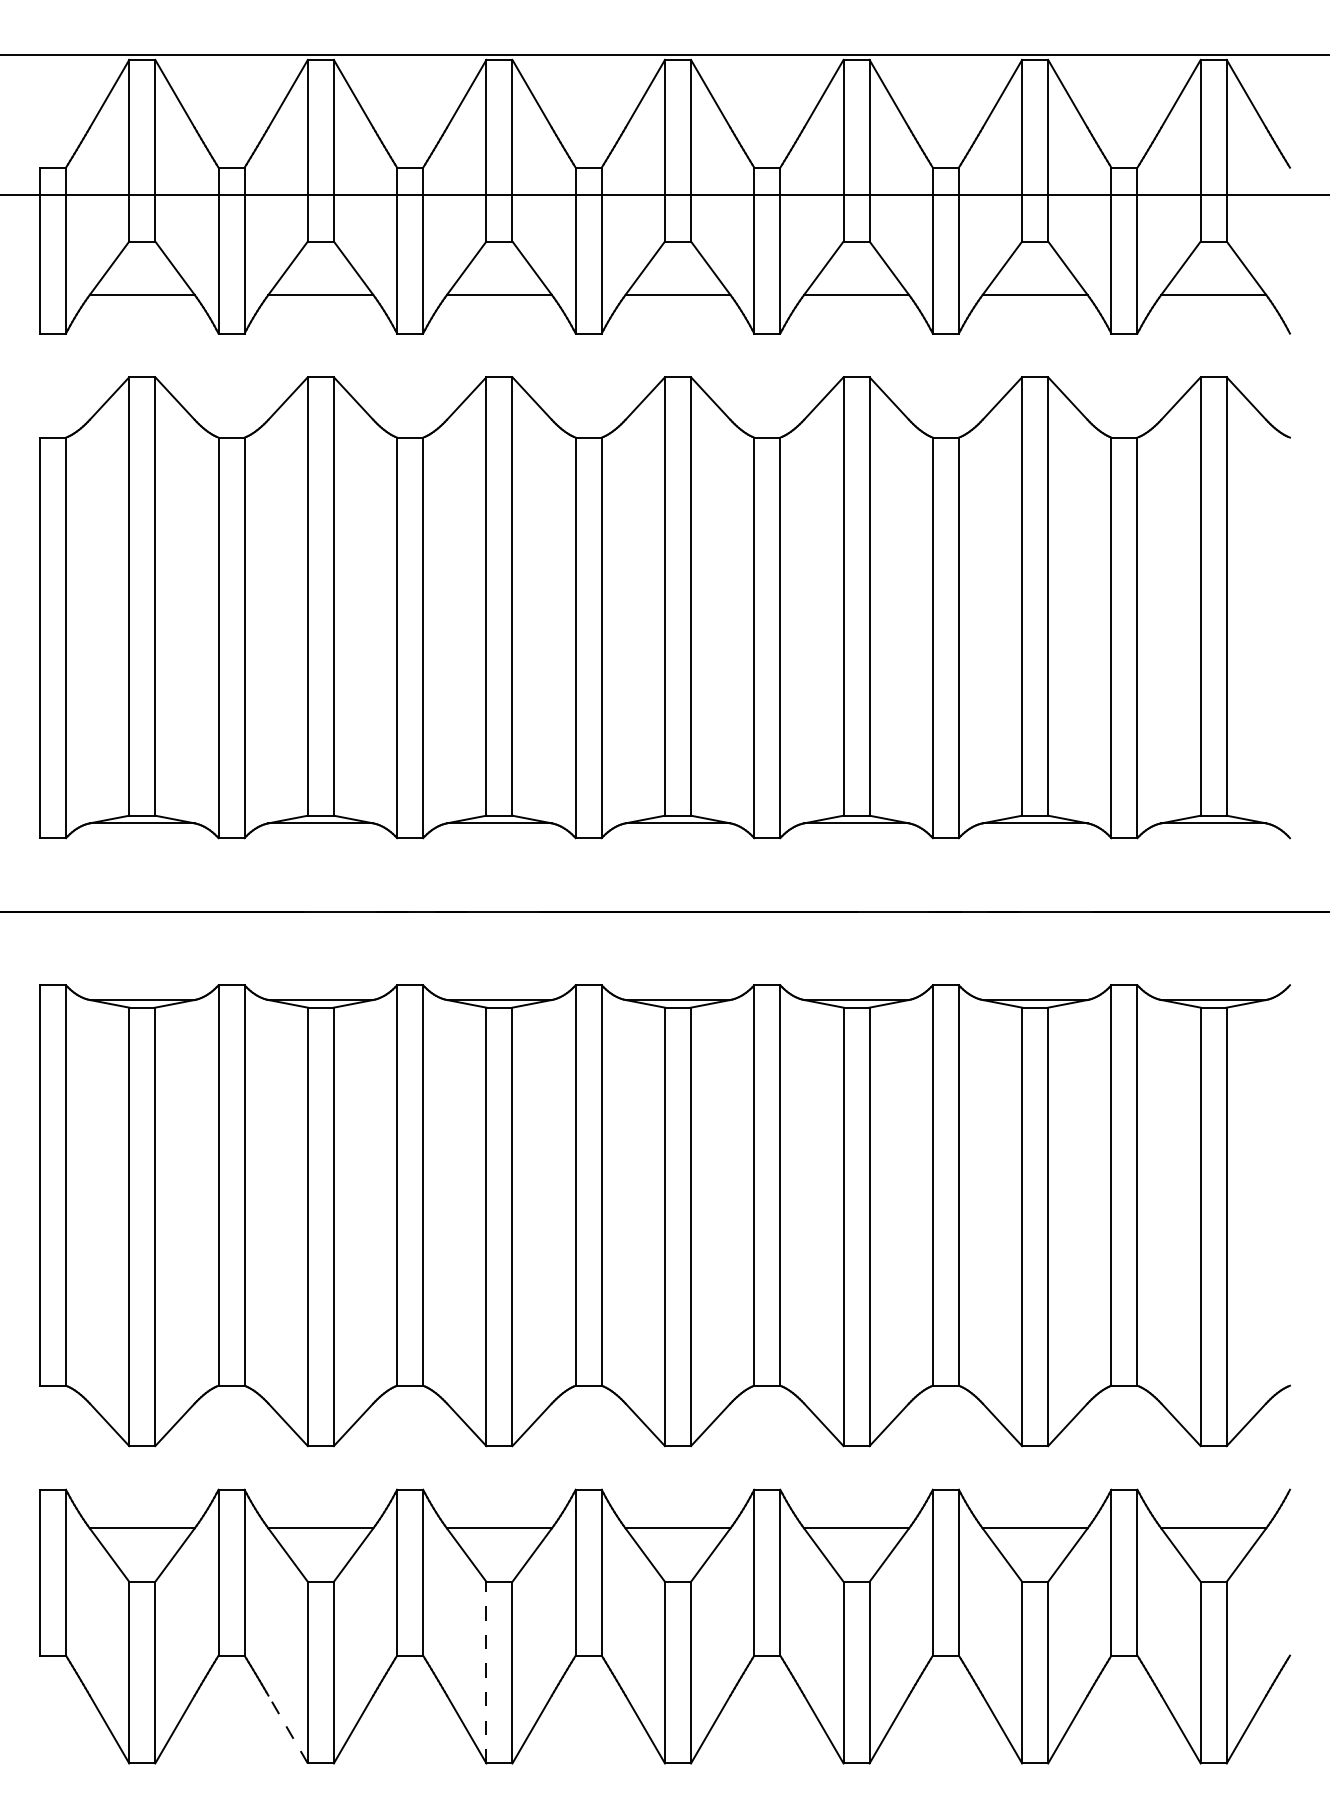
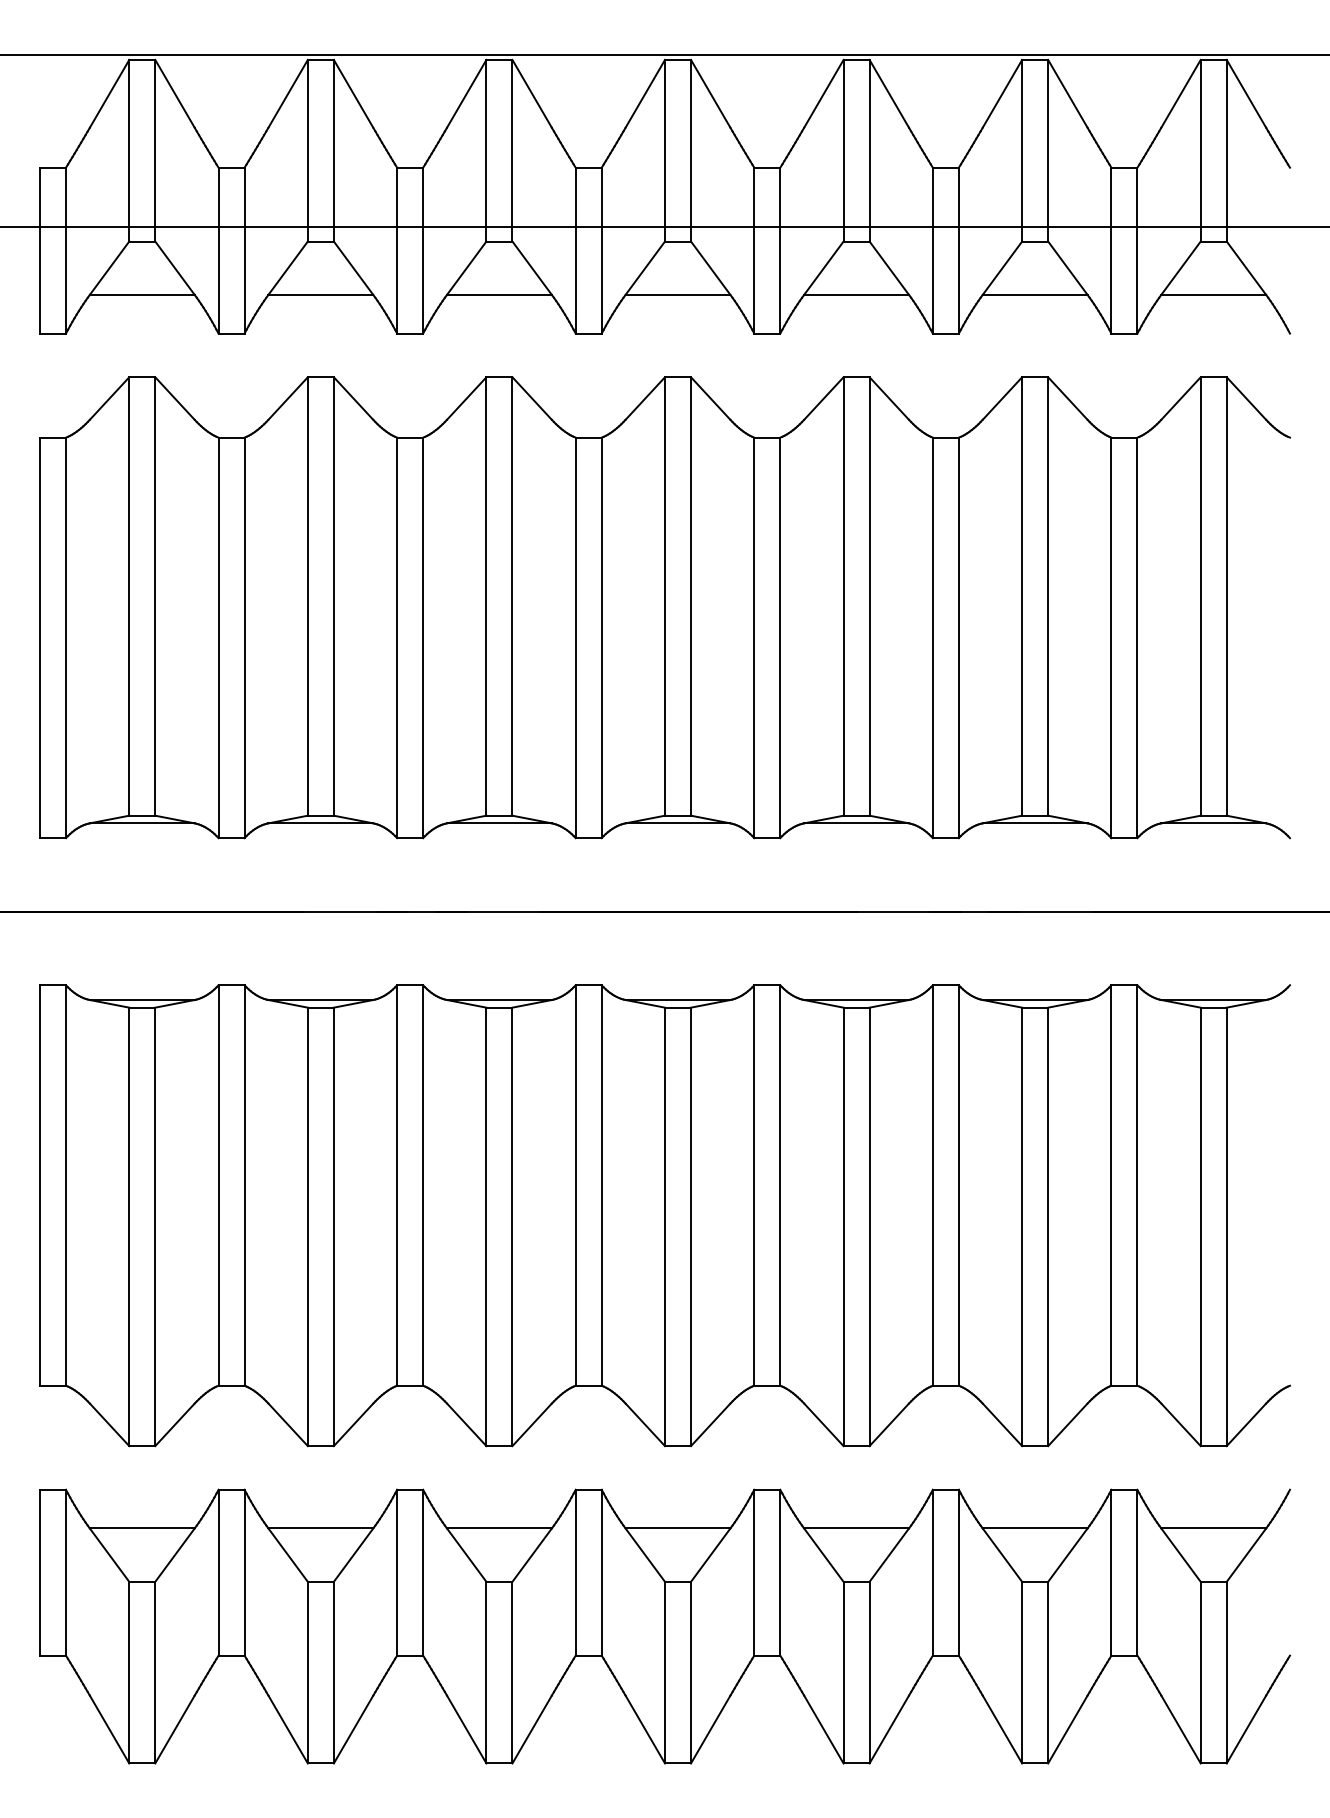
line at (664, 195) position: (664, 195) -> (664, 227)
line at (486, 1672): dashed -> solid
line at (287, 1729): dashed -> solid
